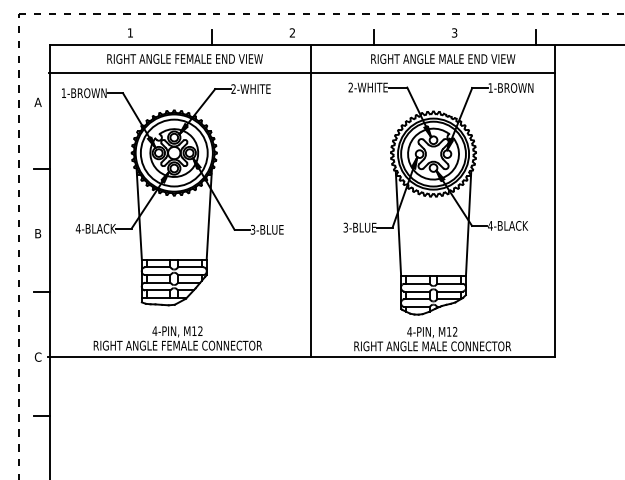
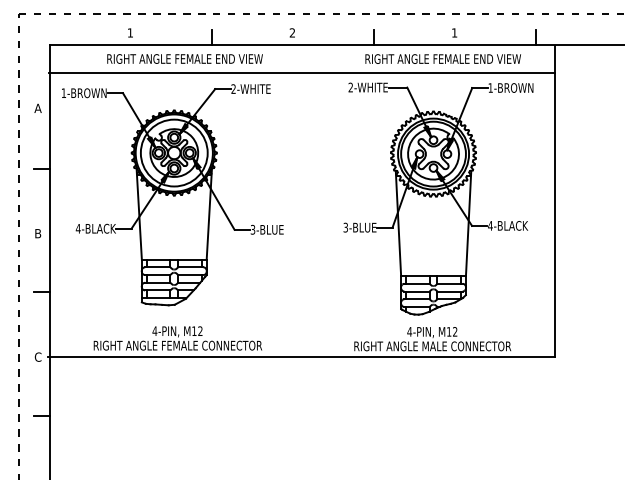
text at (454, 32): 3 -> 1
text at (442, 58): RIGHT ANGLE MALE END VIEW -> RIGHT ANGLE FEMALE END VIEW
text at (37, 101) position: (37, 101) -> (37, 107)
line at (310, 201): present -> none
